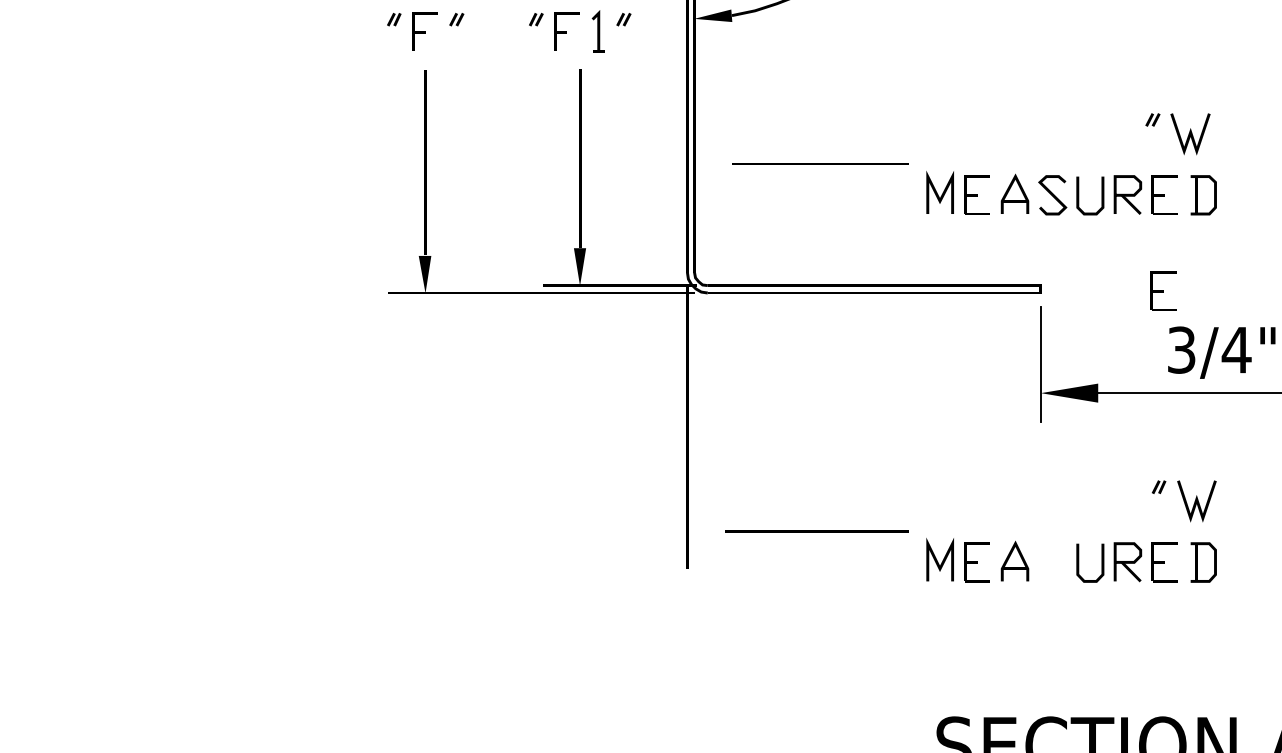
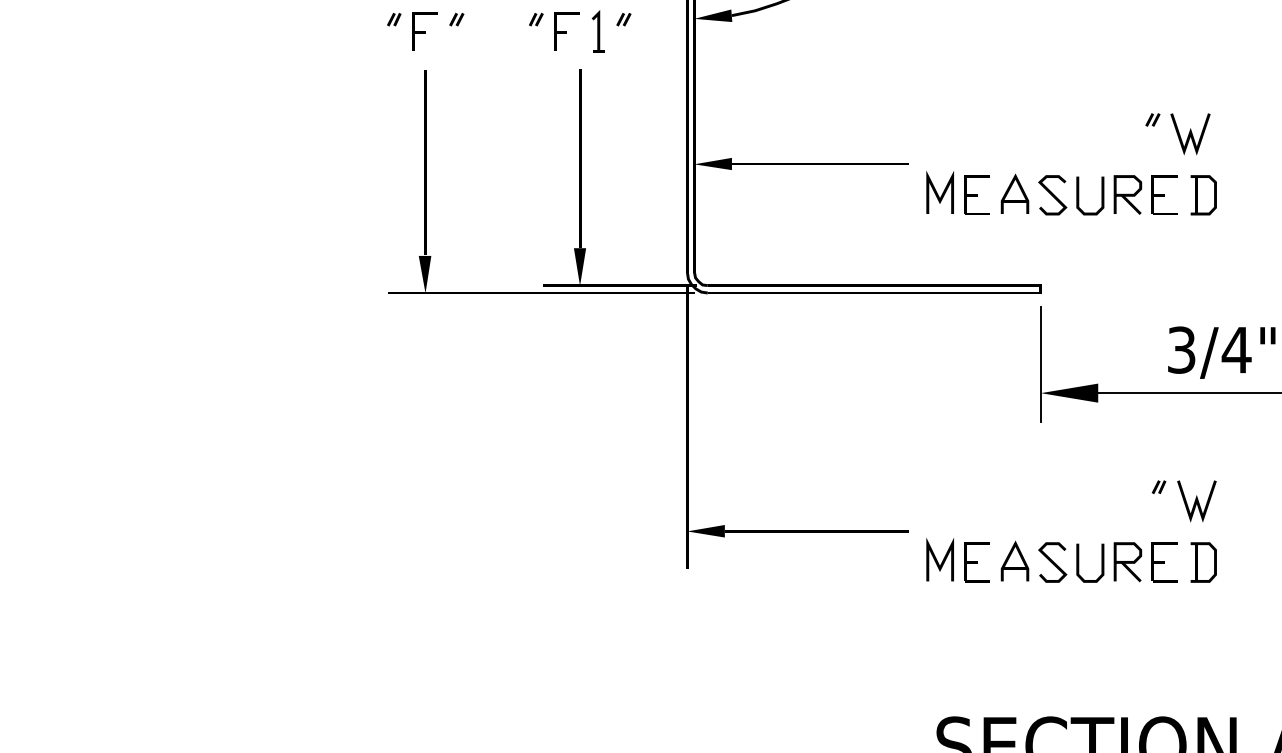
fill at (712, 163): none -> present
part at (1163, 290): present -> none
fill at (705, 530): none -> present
curve at (1052, 562): none -> present
